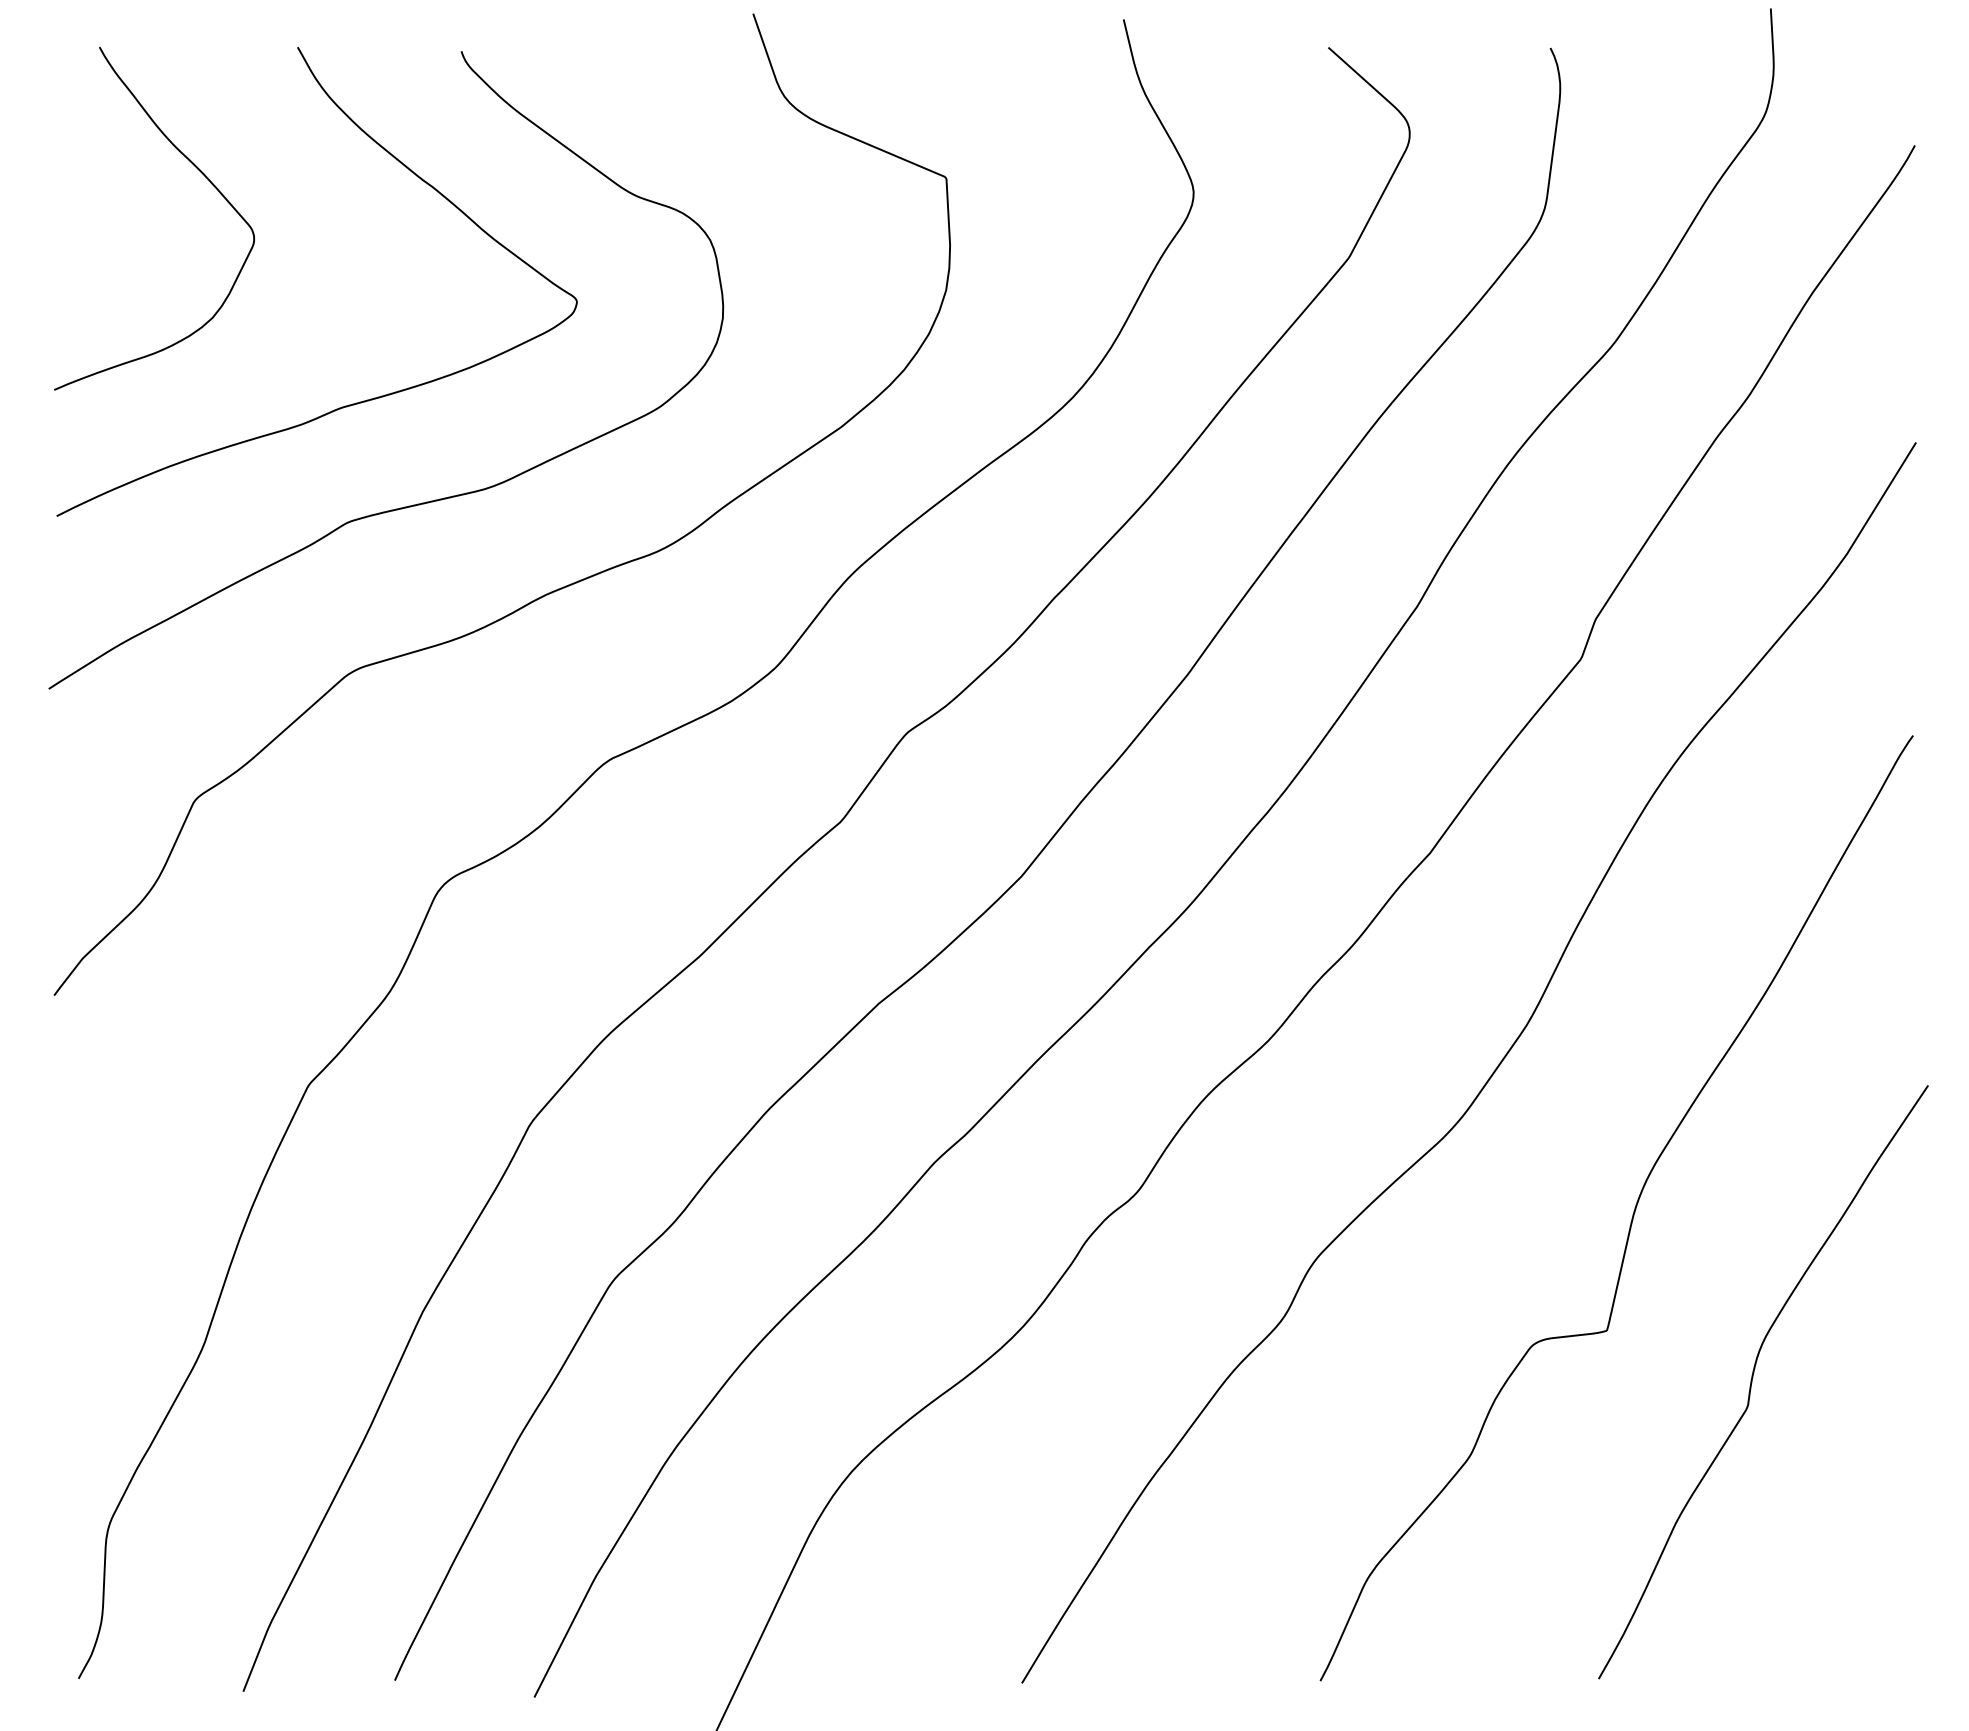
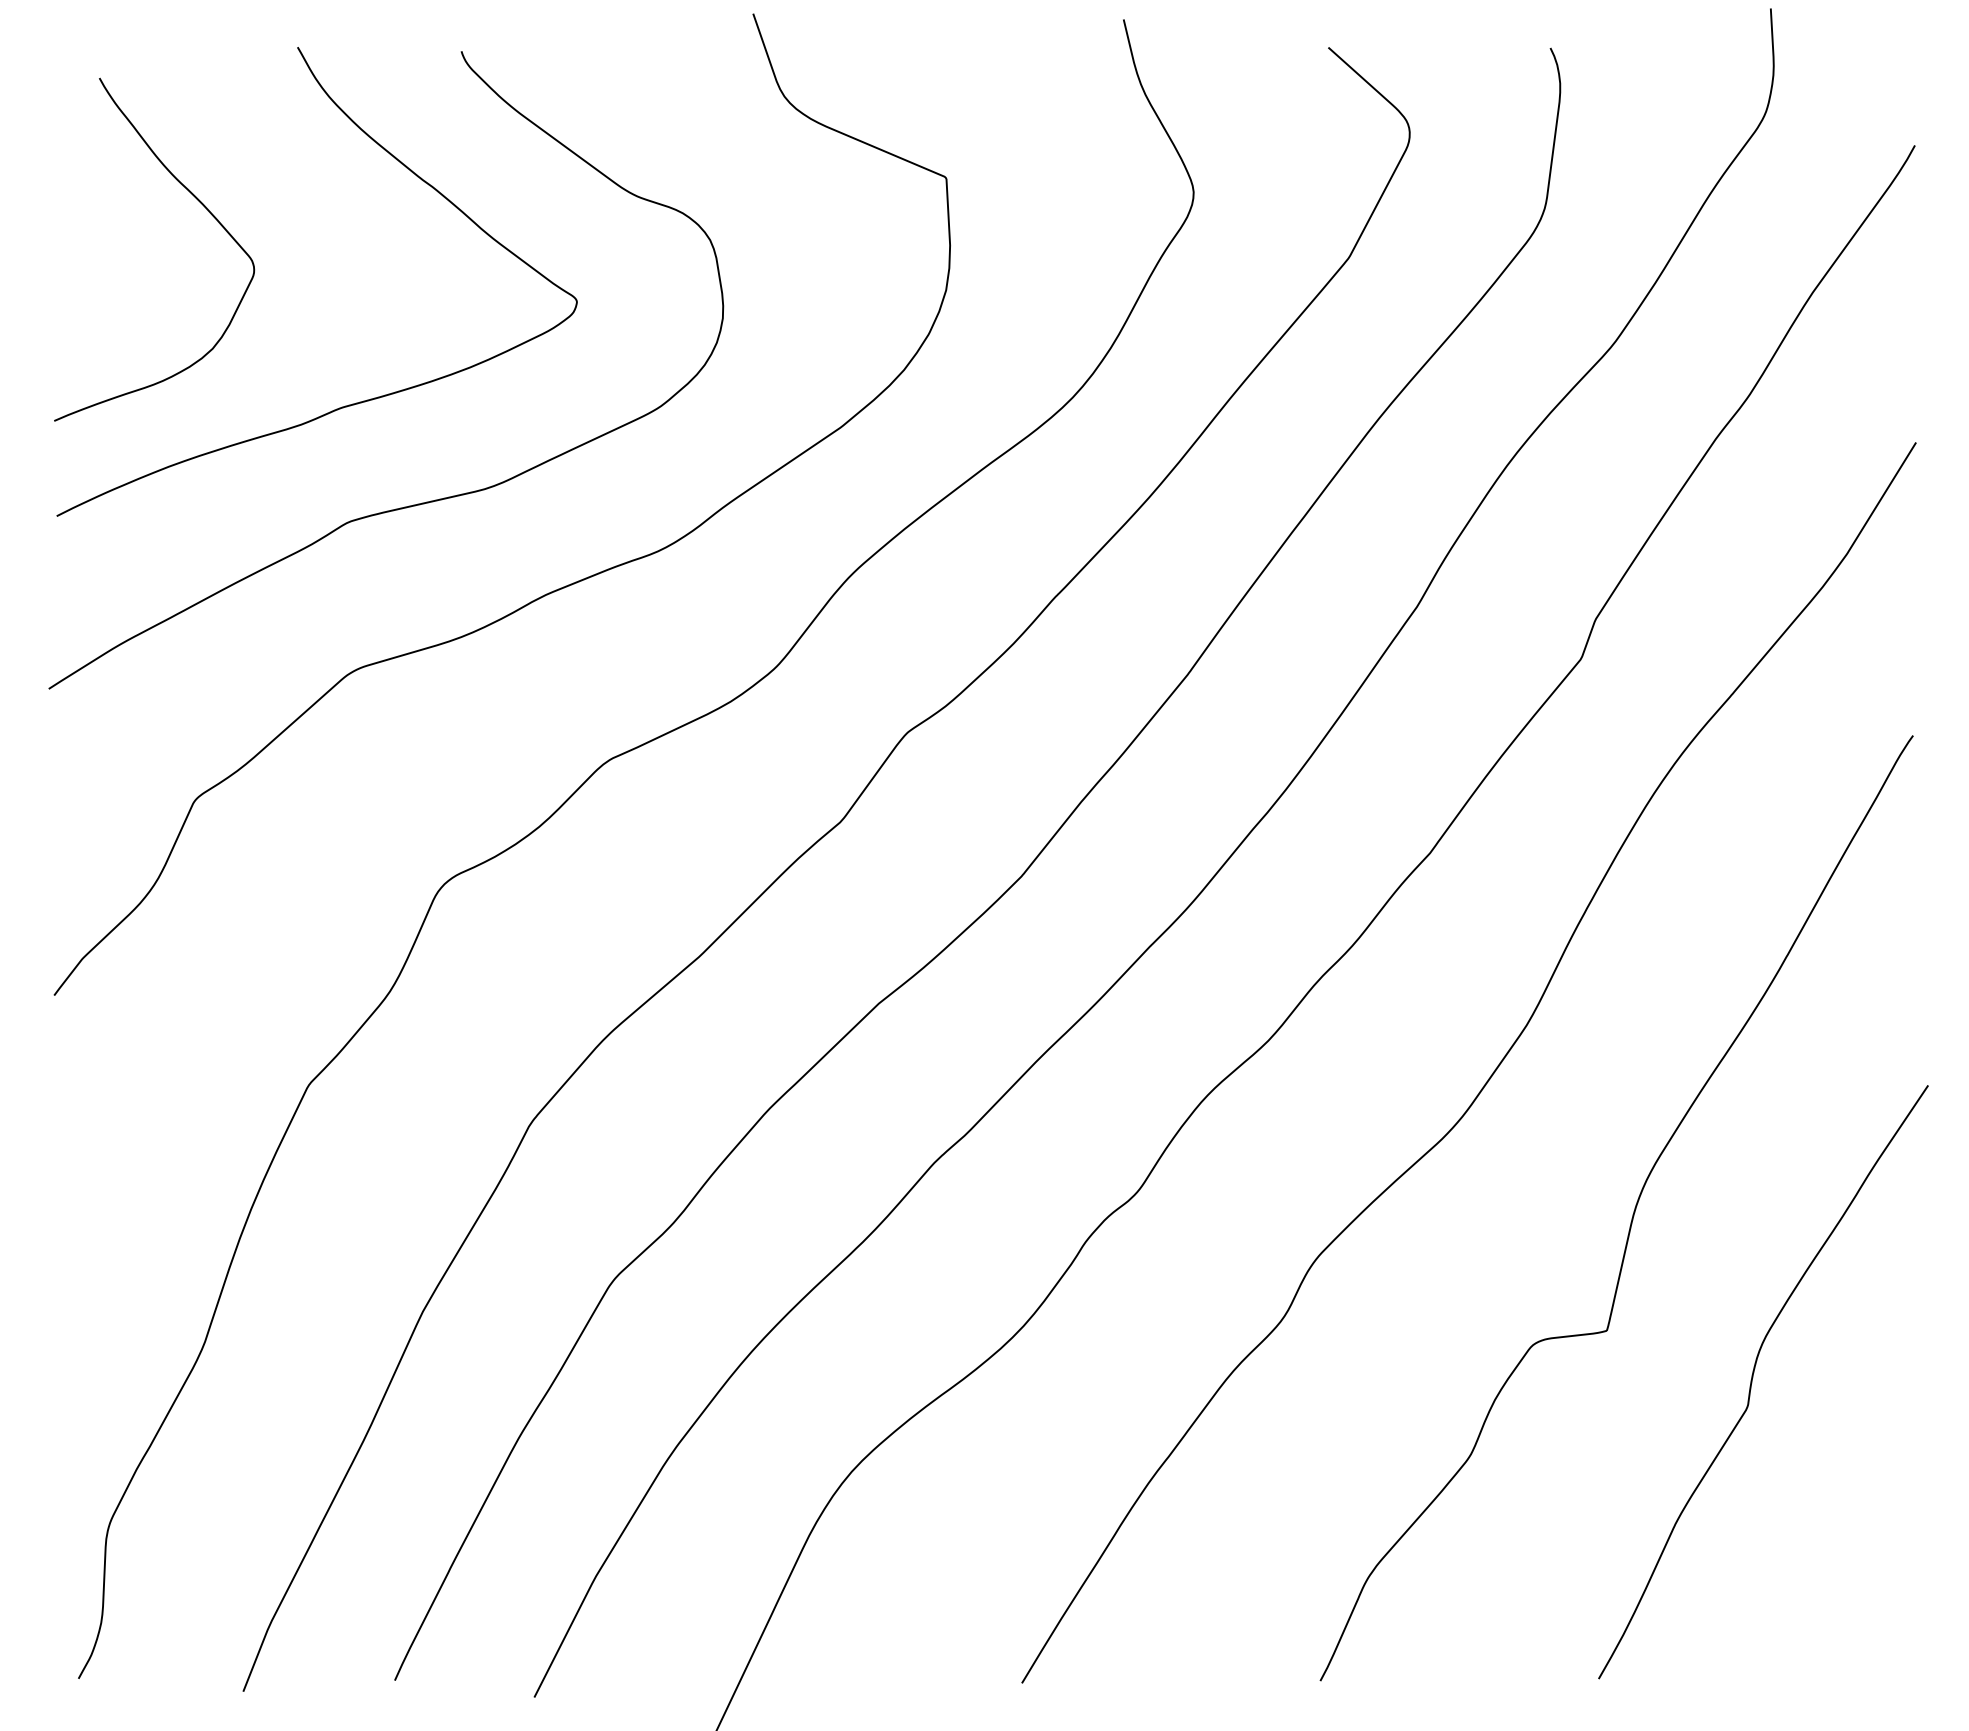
curve at (200, 172) position: (200, 172) -> (200, 203)
